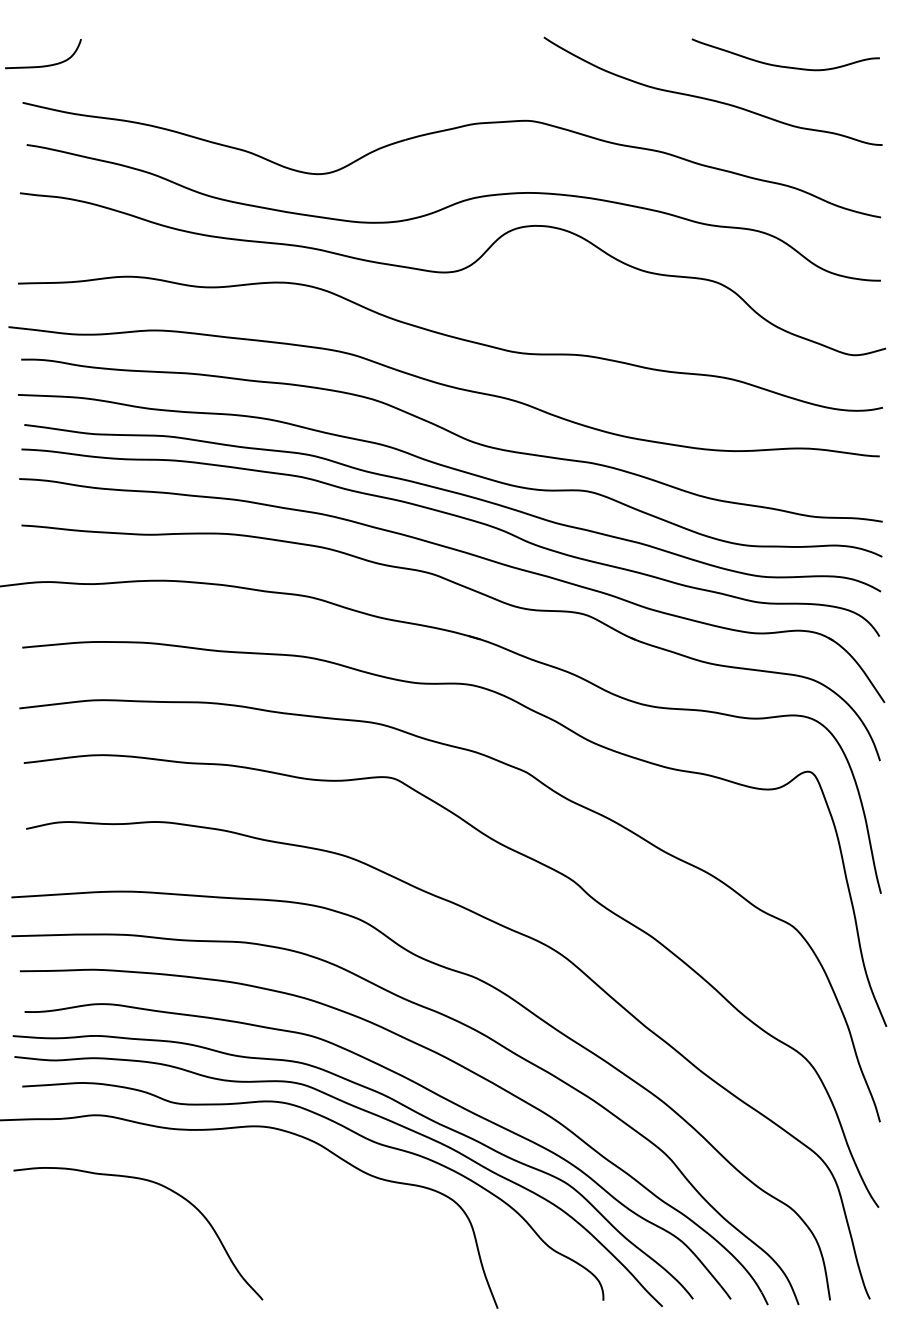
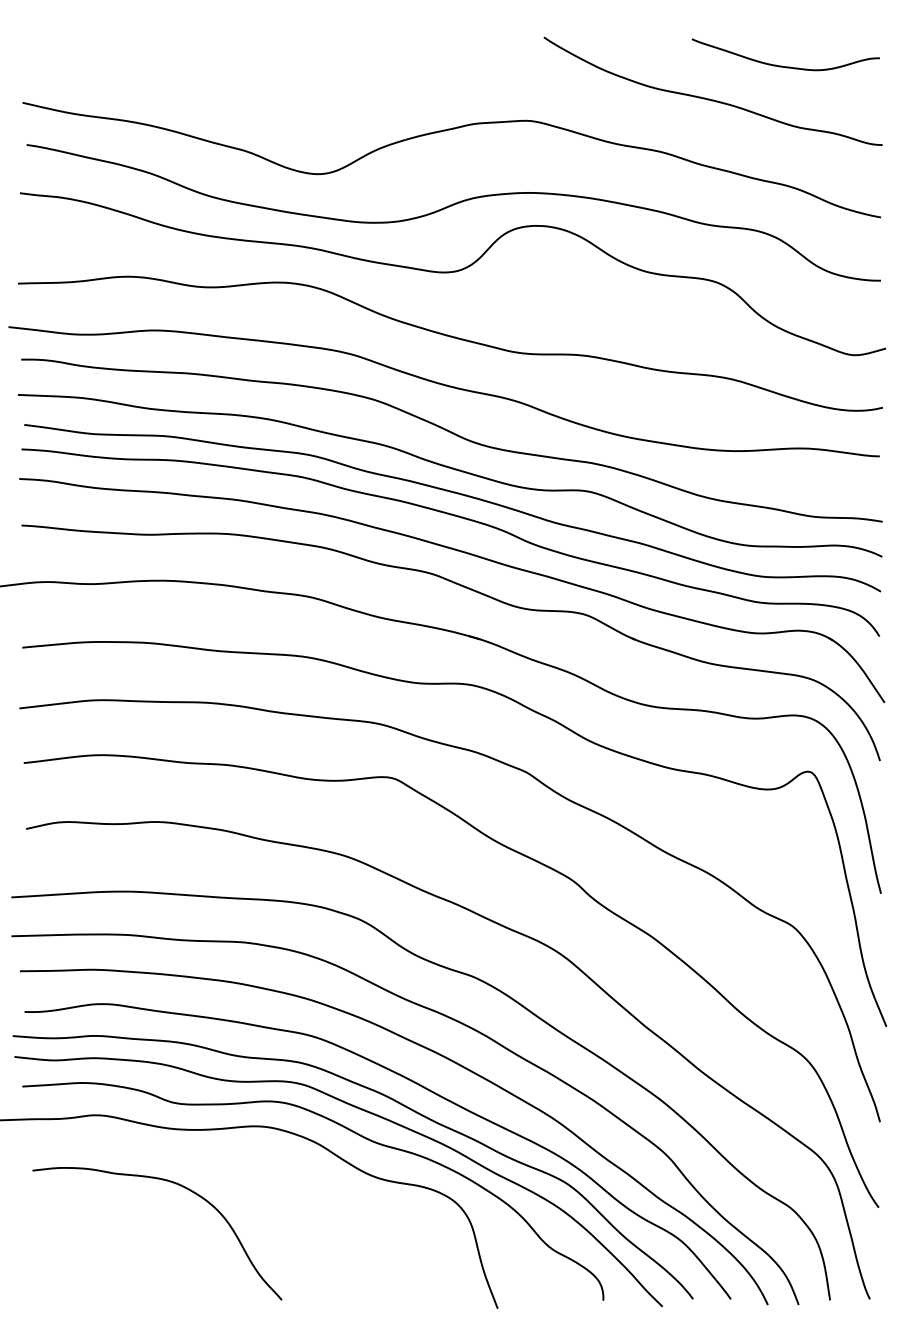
curve at (43, 65): present -> none
curve at (156, 1184) position: (156, 1184) -> (175, 1184)
